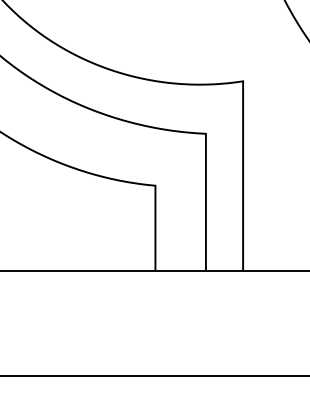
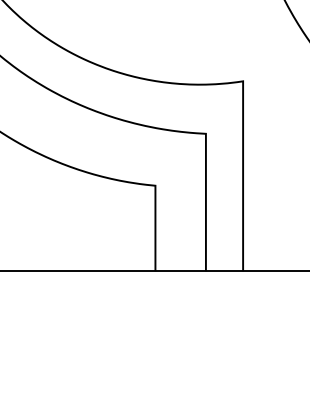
line at (154, 375): present -> none
